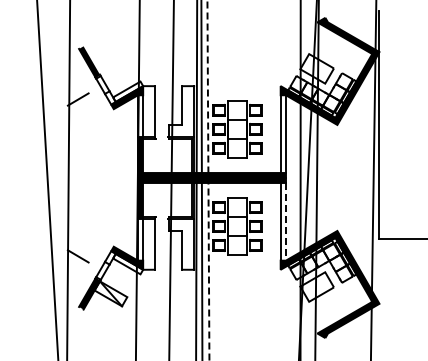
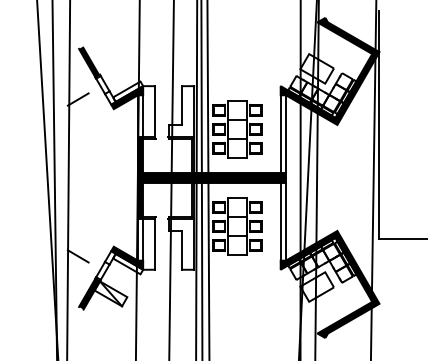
line at (54, 179): none -> present
line at (208, 180): dashed -> solid
line at (285, 221): dashed -> solid
